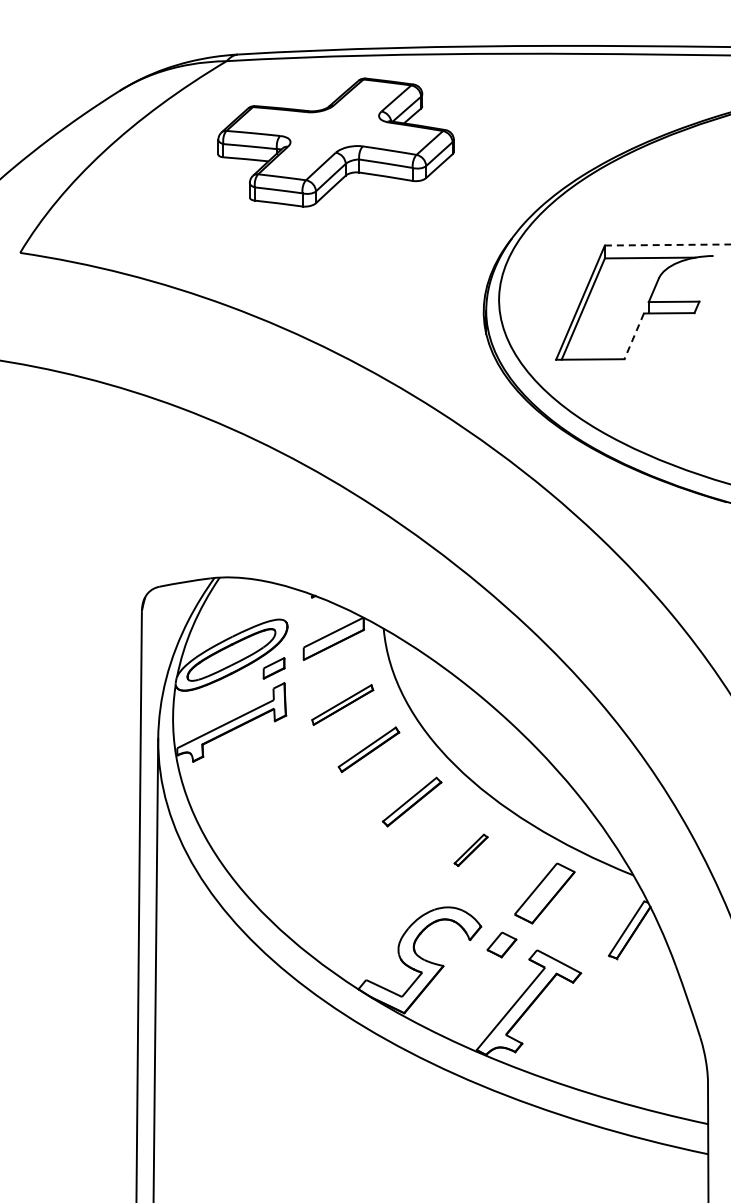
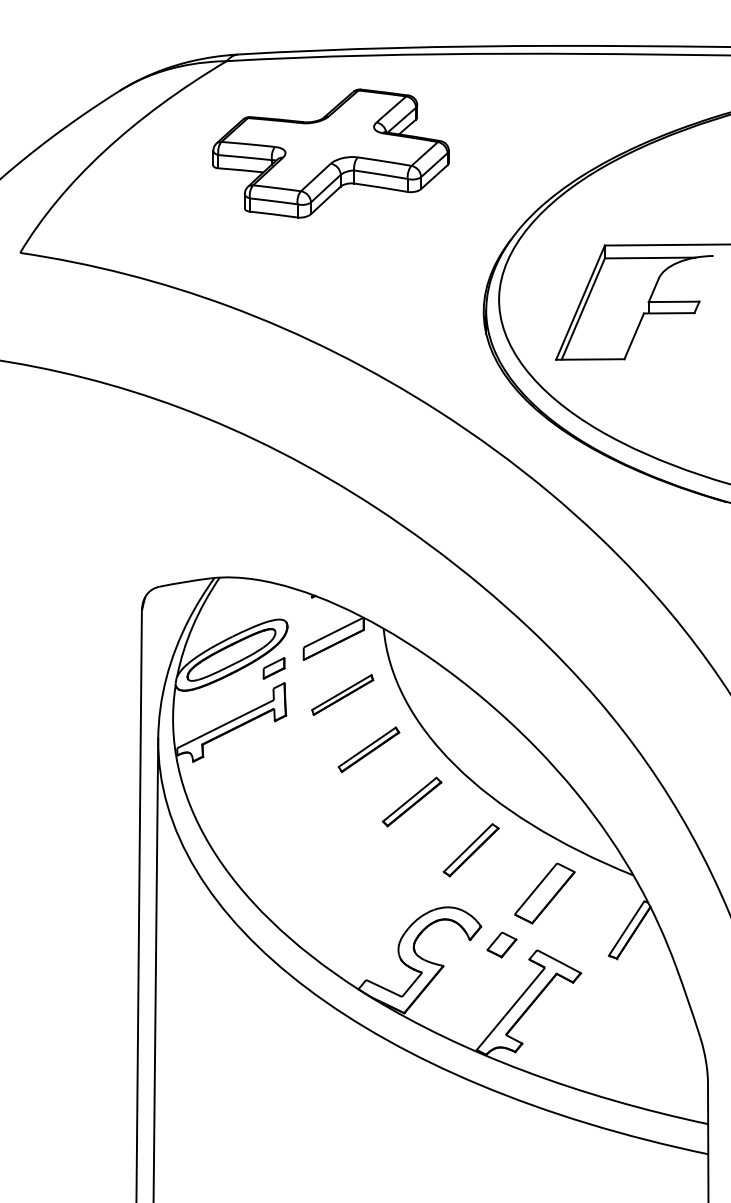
part at (335, 142) position: (335, 142) -> (330, 153)
line at (667, 245): dashed -> solid
line at (634, 336): dashed -> solid
part at (342, 704) position: (342, 704) -> (342, 694)
part at (470, 850) size: 36x35 px -> 58x55 px
